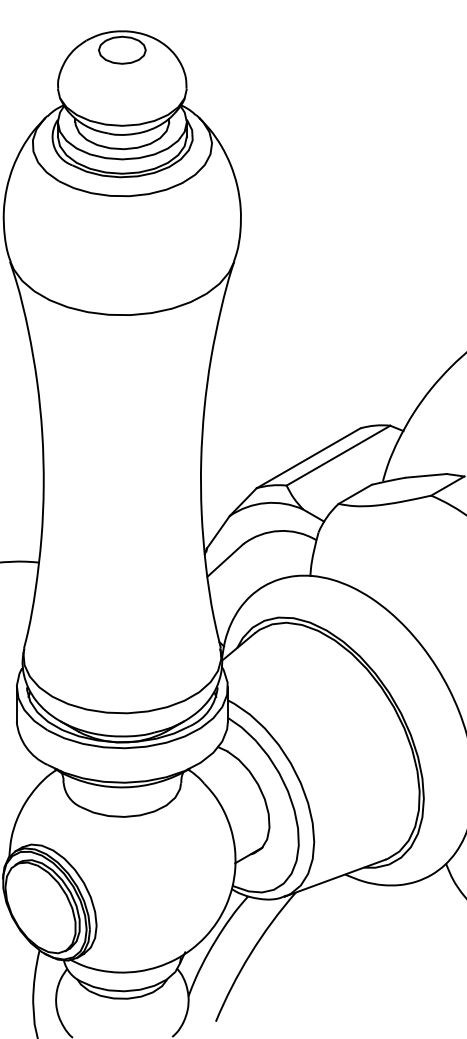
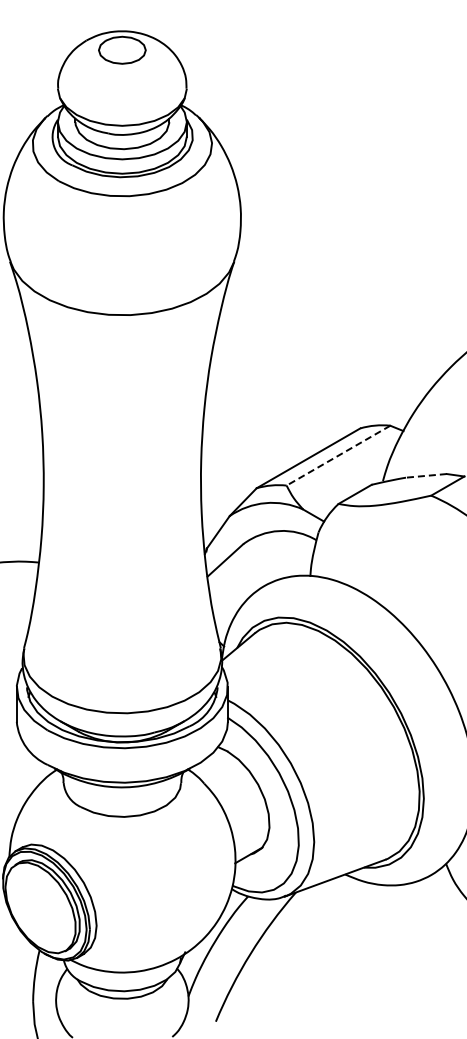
line at (338, 455): solid -> dashed
line at (425, 475): solid -> dashed
